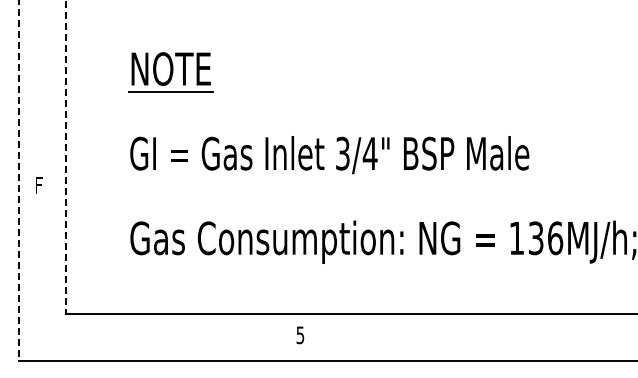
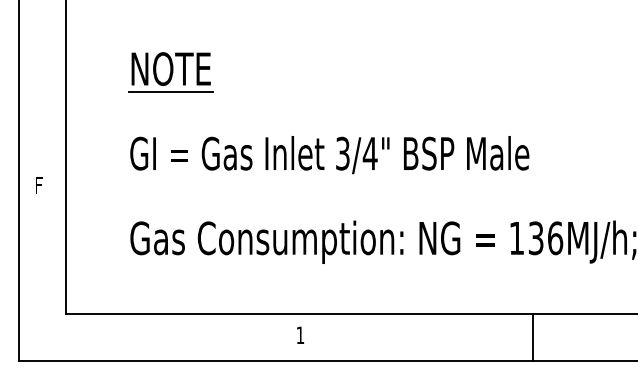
line at (65, 157): dashed -> solid
line at (18, 180): dashed -> solid
text at (300, 335): 5 -> 1
line at (533, 337): none -> present
